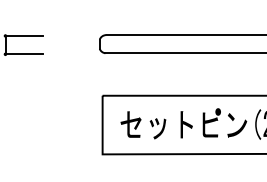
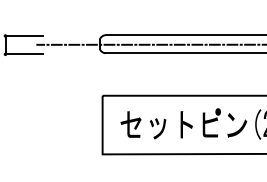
line at (149, 44): none -> present
